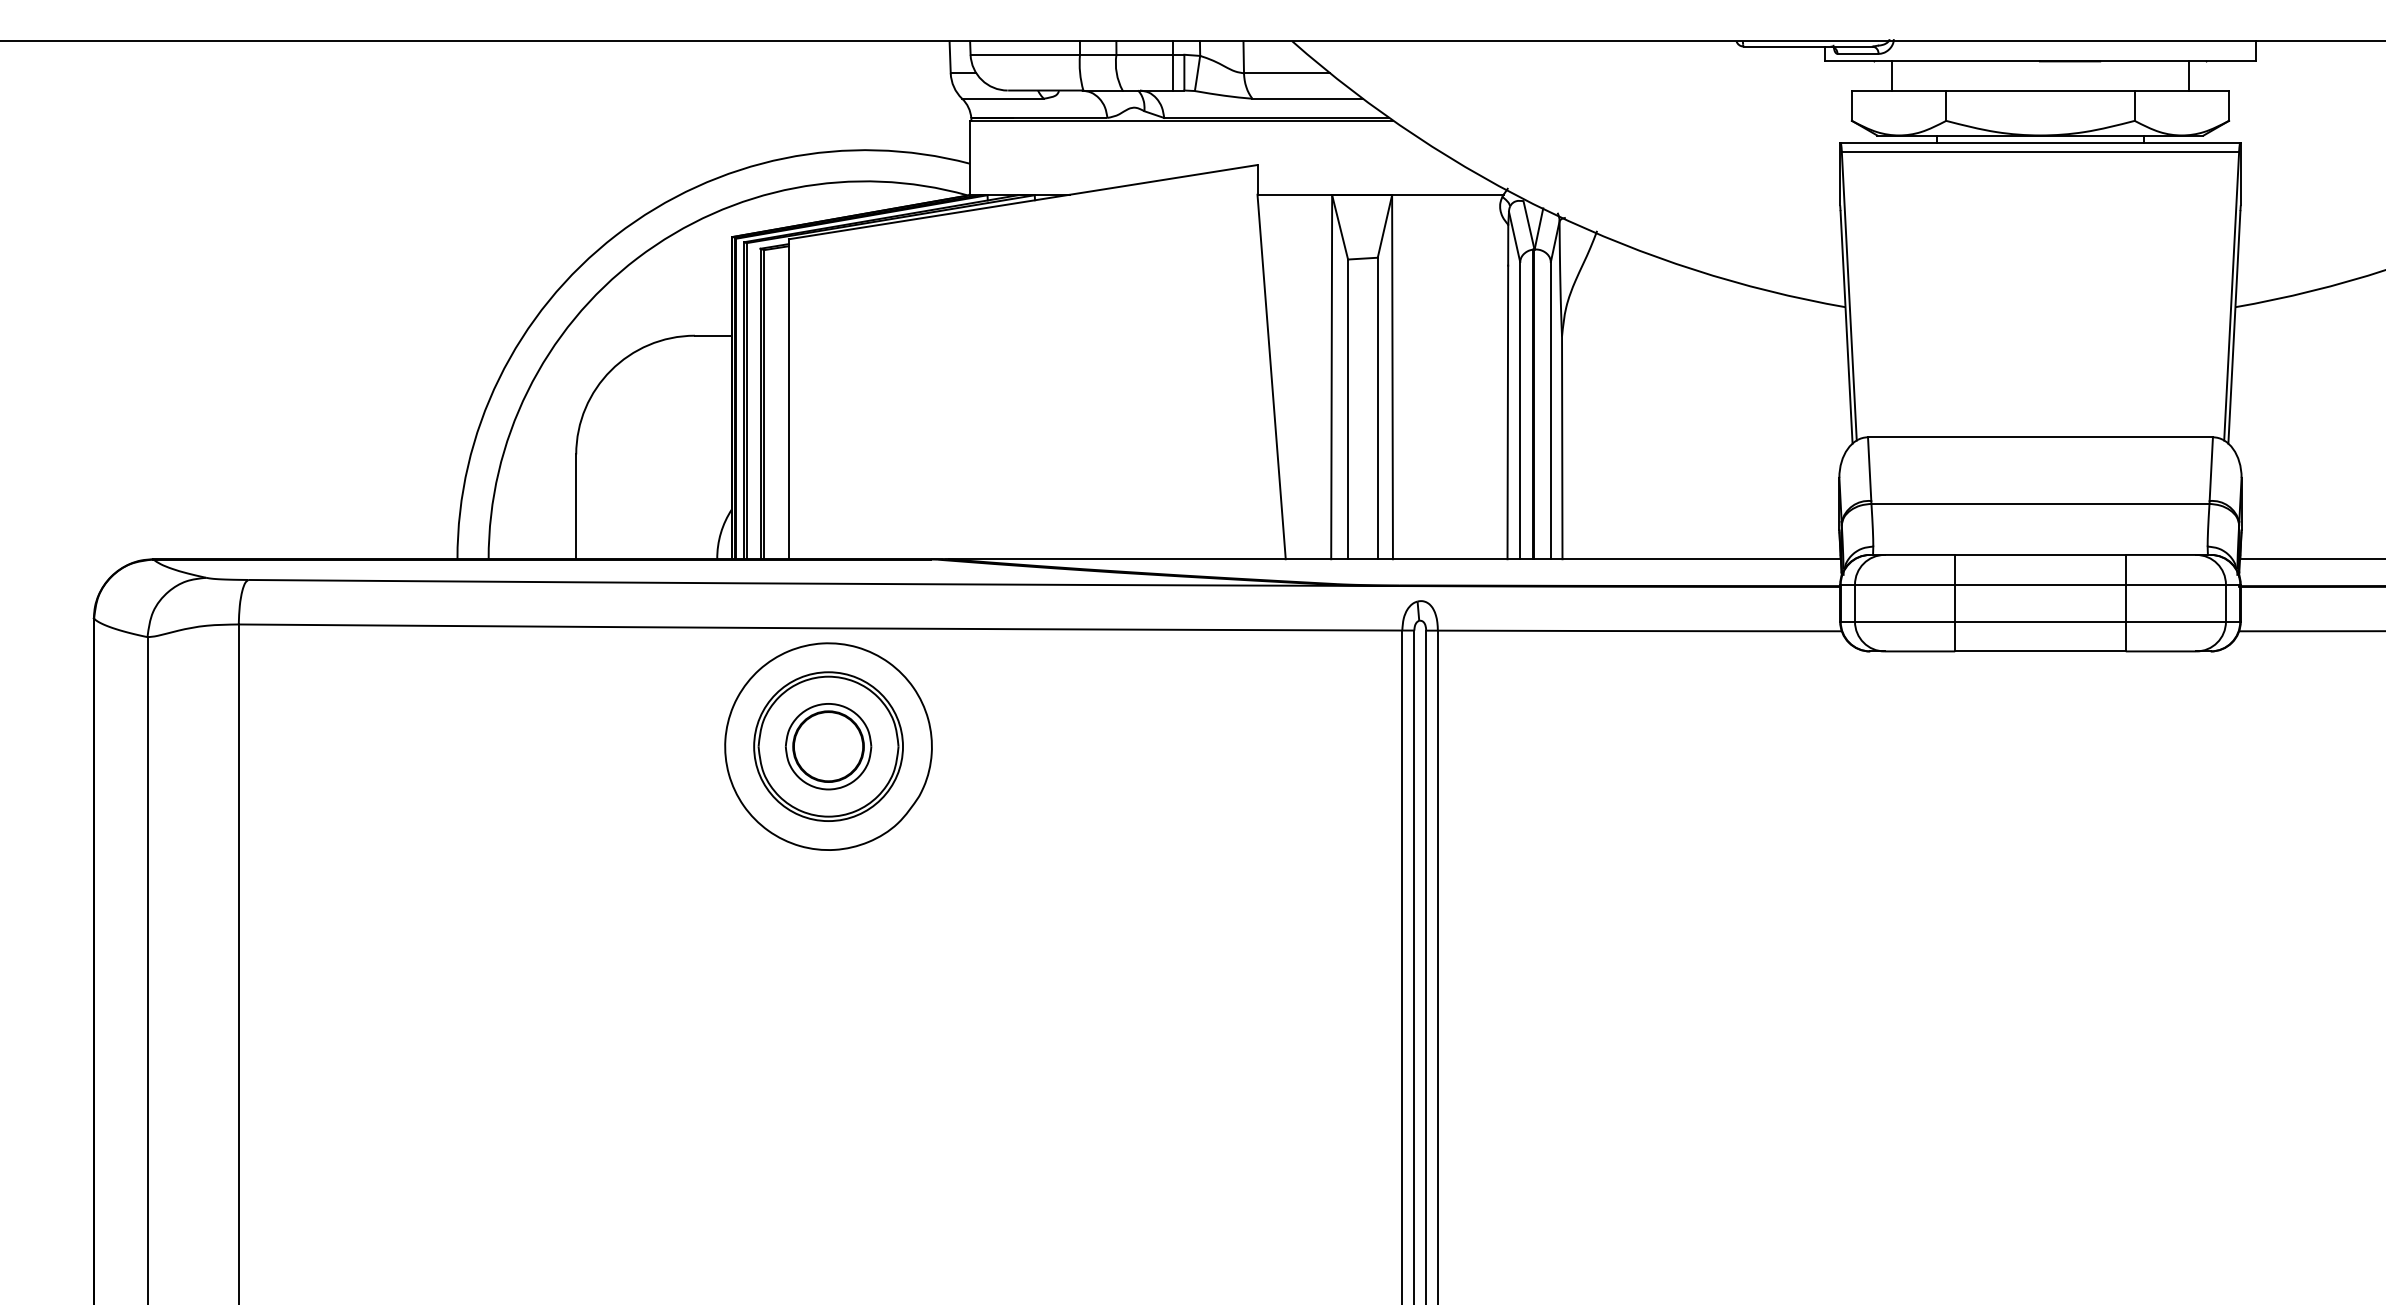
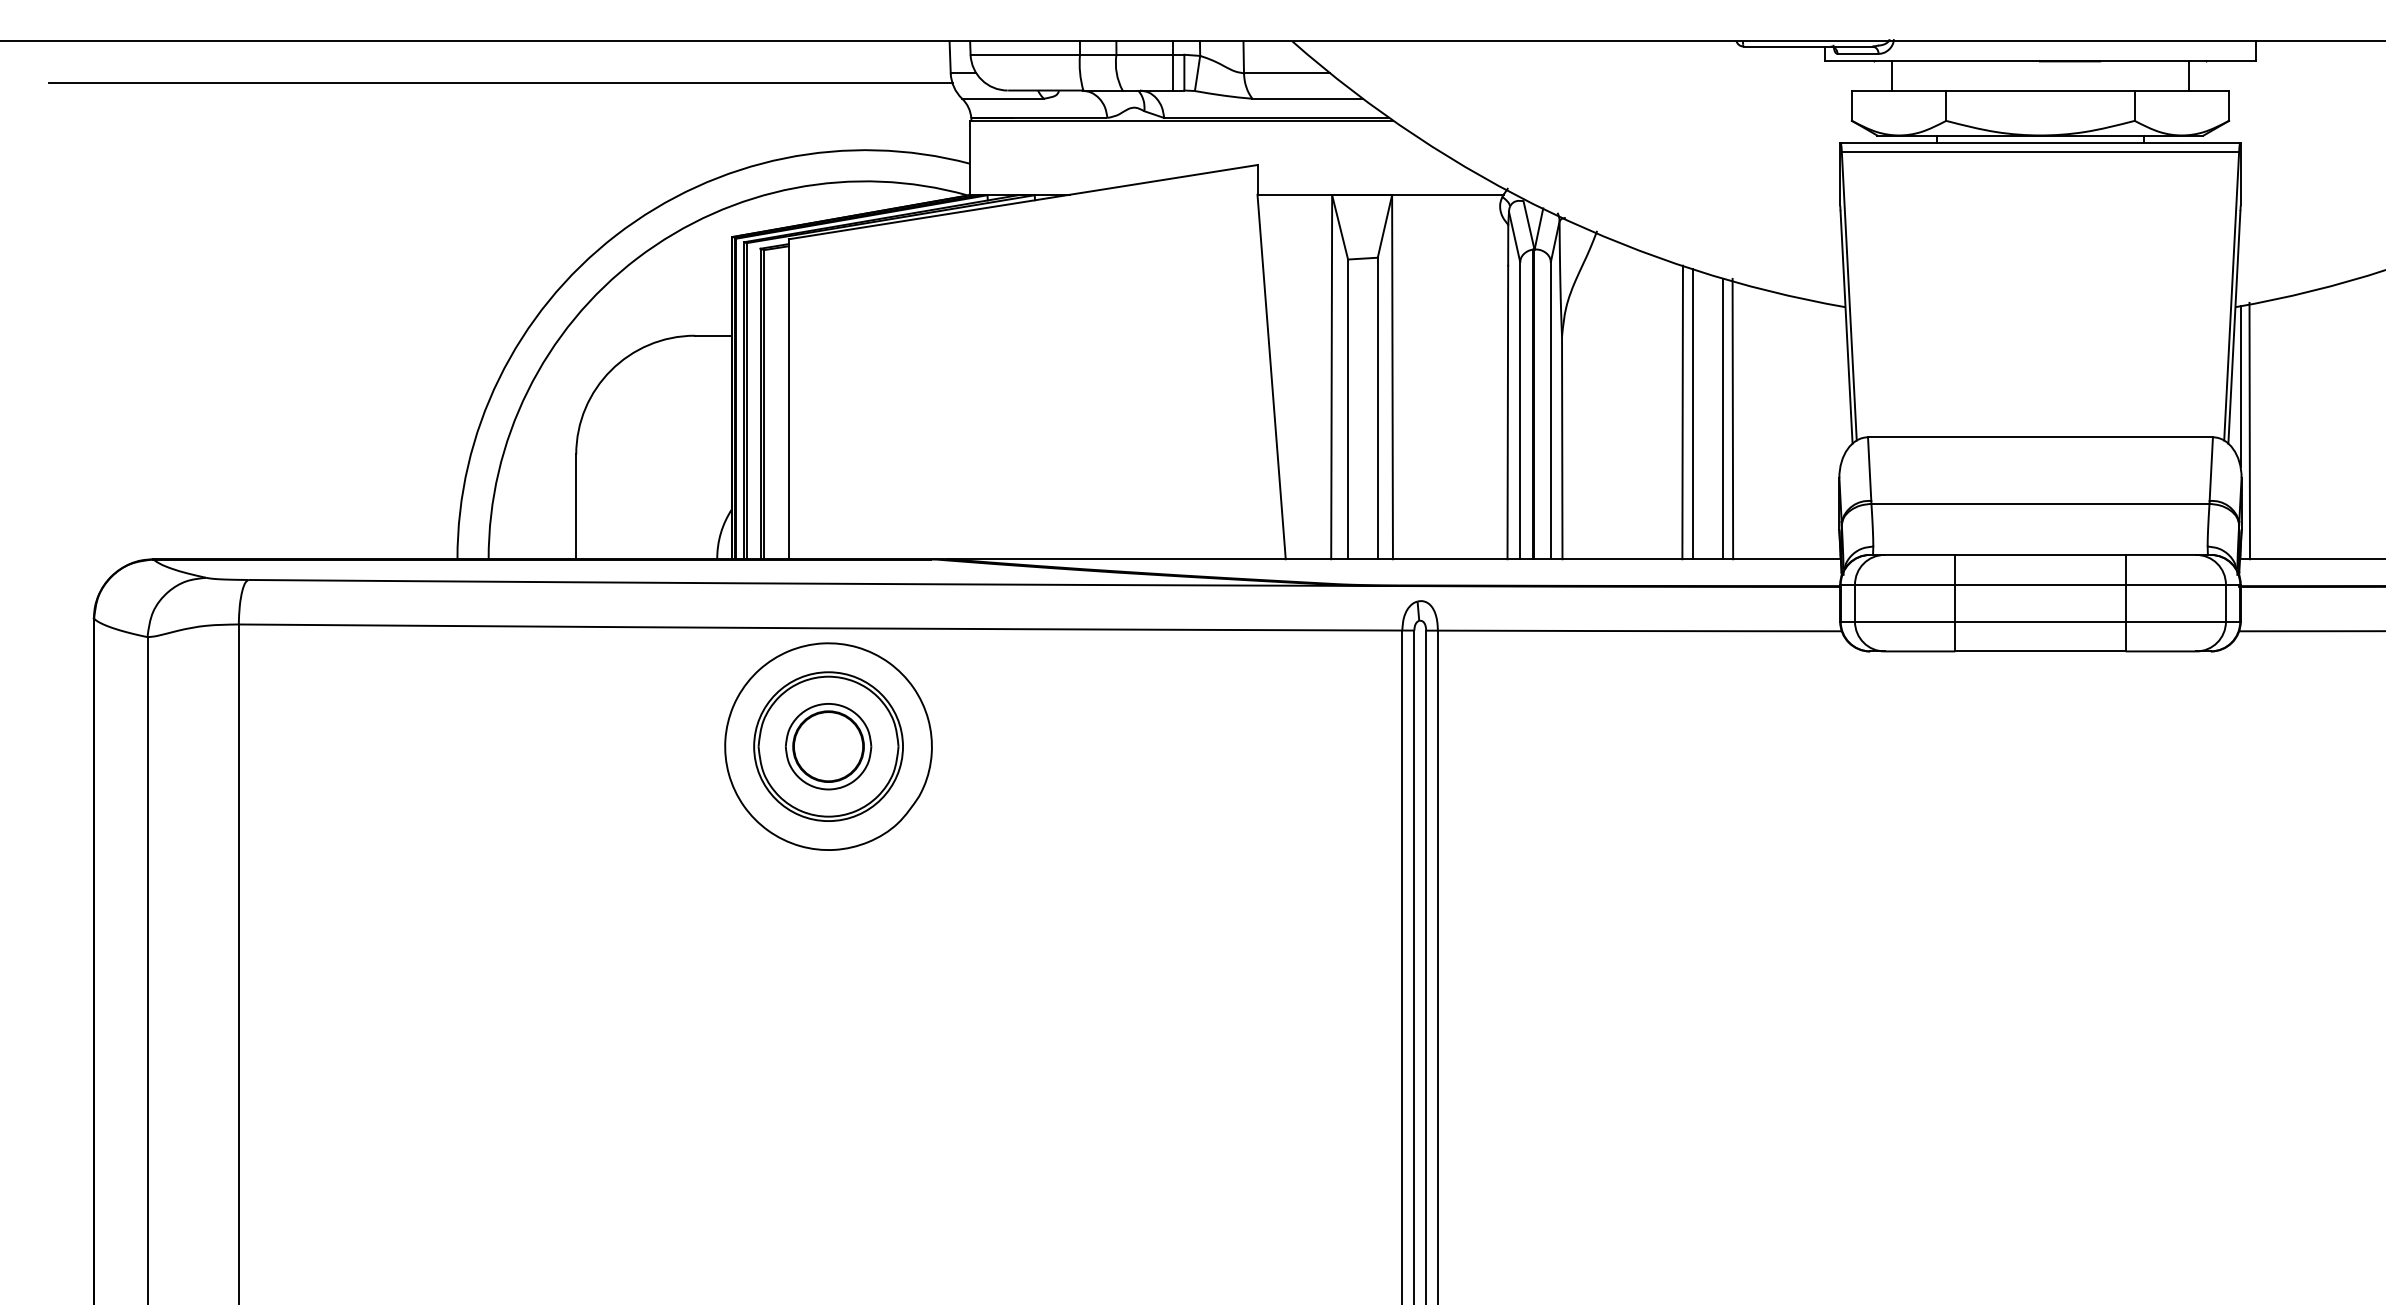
line at (500, 83): none -> present
line at (2240, 386): none -> present
line at (1682, 412): none -> present
line at (1693, 414): none -> present
line at (1722, 418): none -> present
line at (1732, 418): none -> present
line at (2249, 430): none -> present
